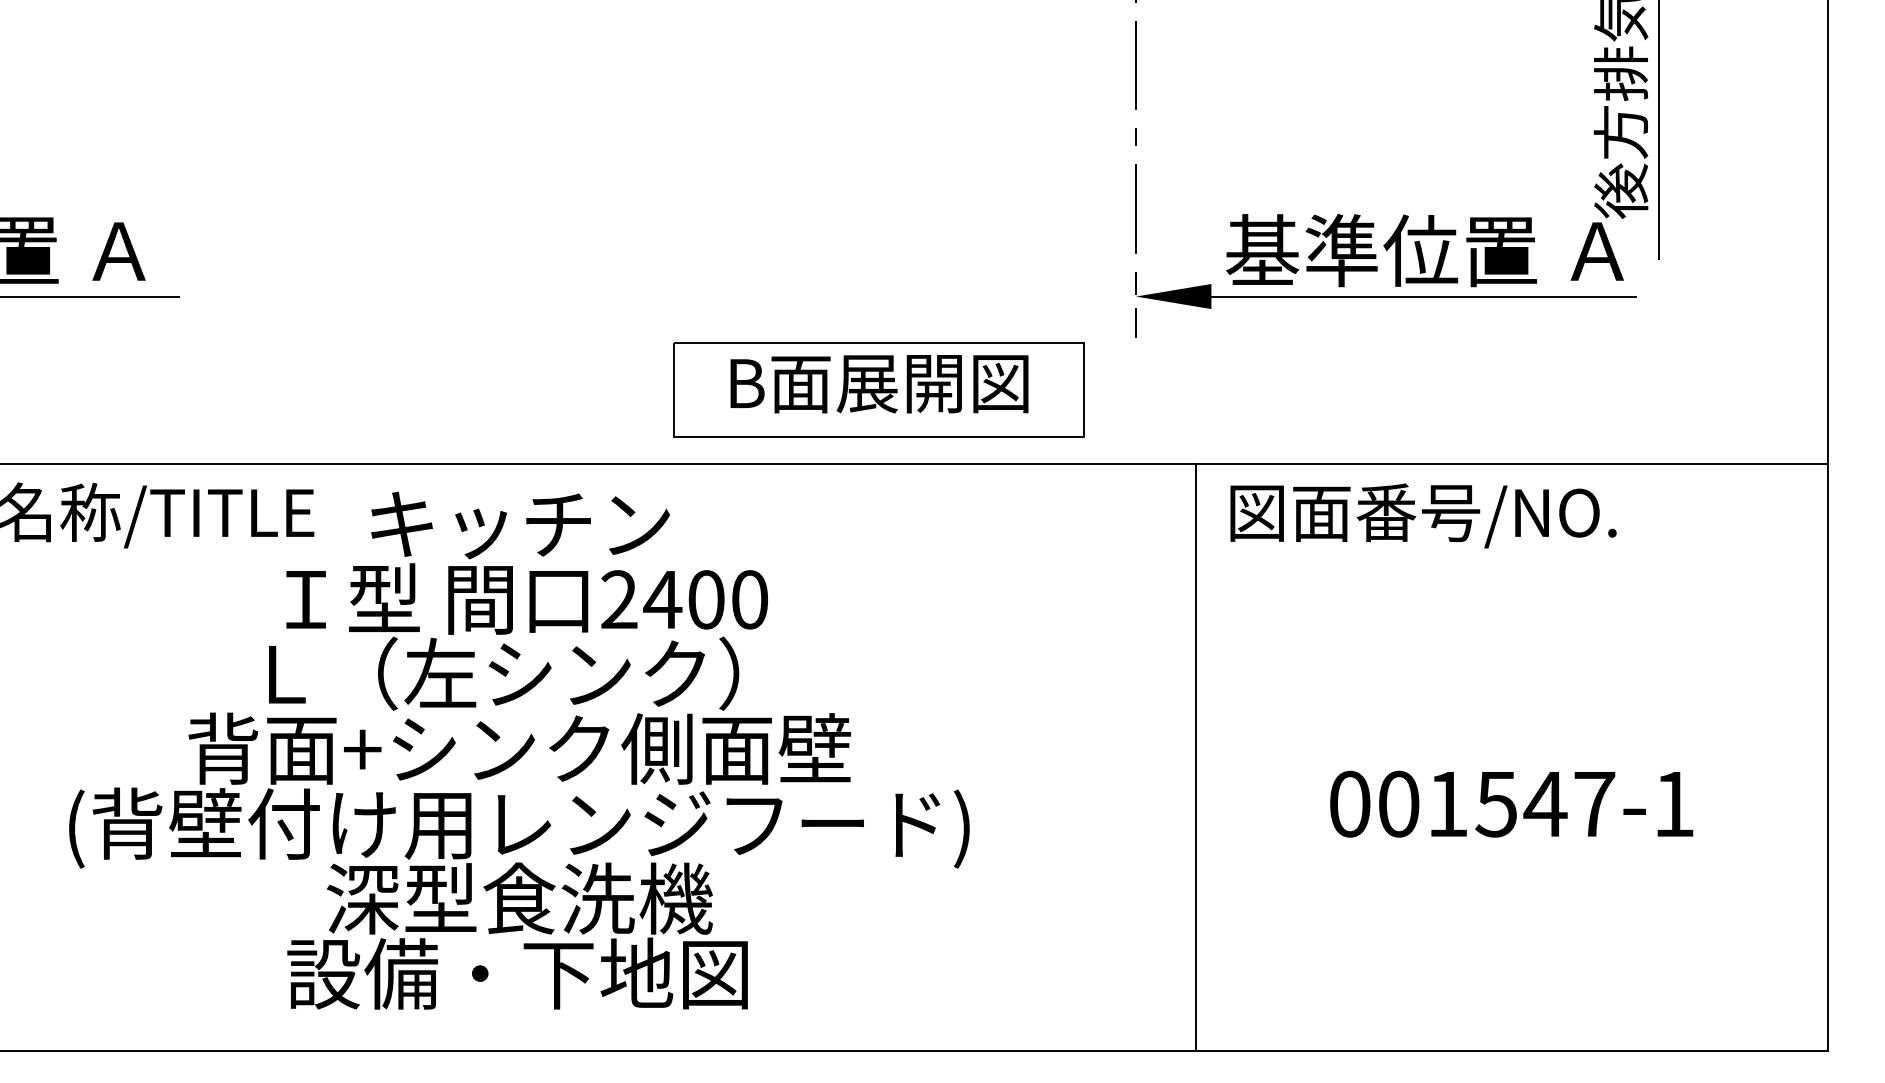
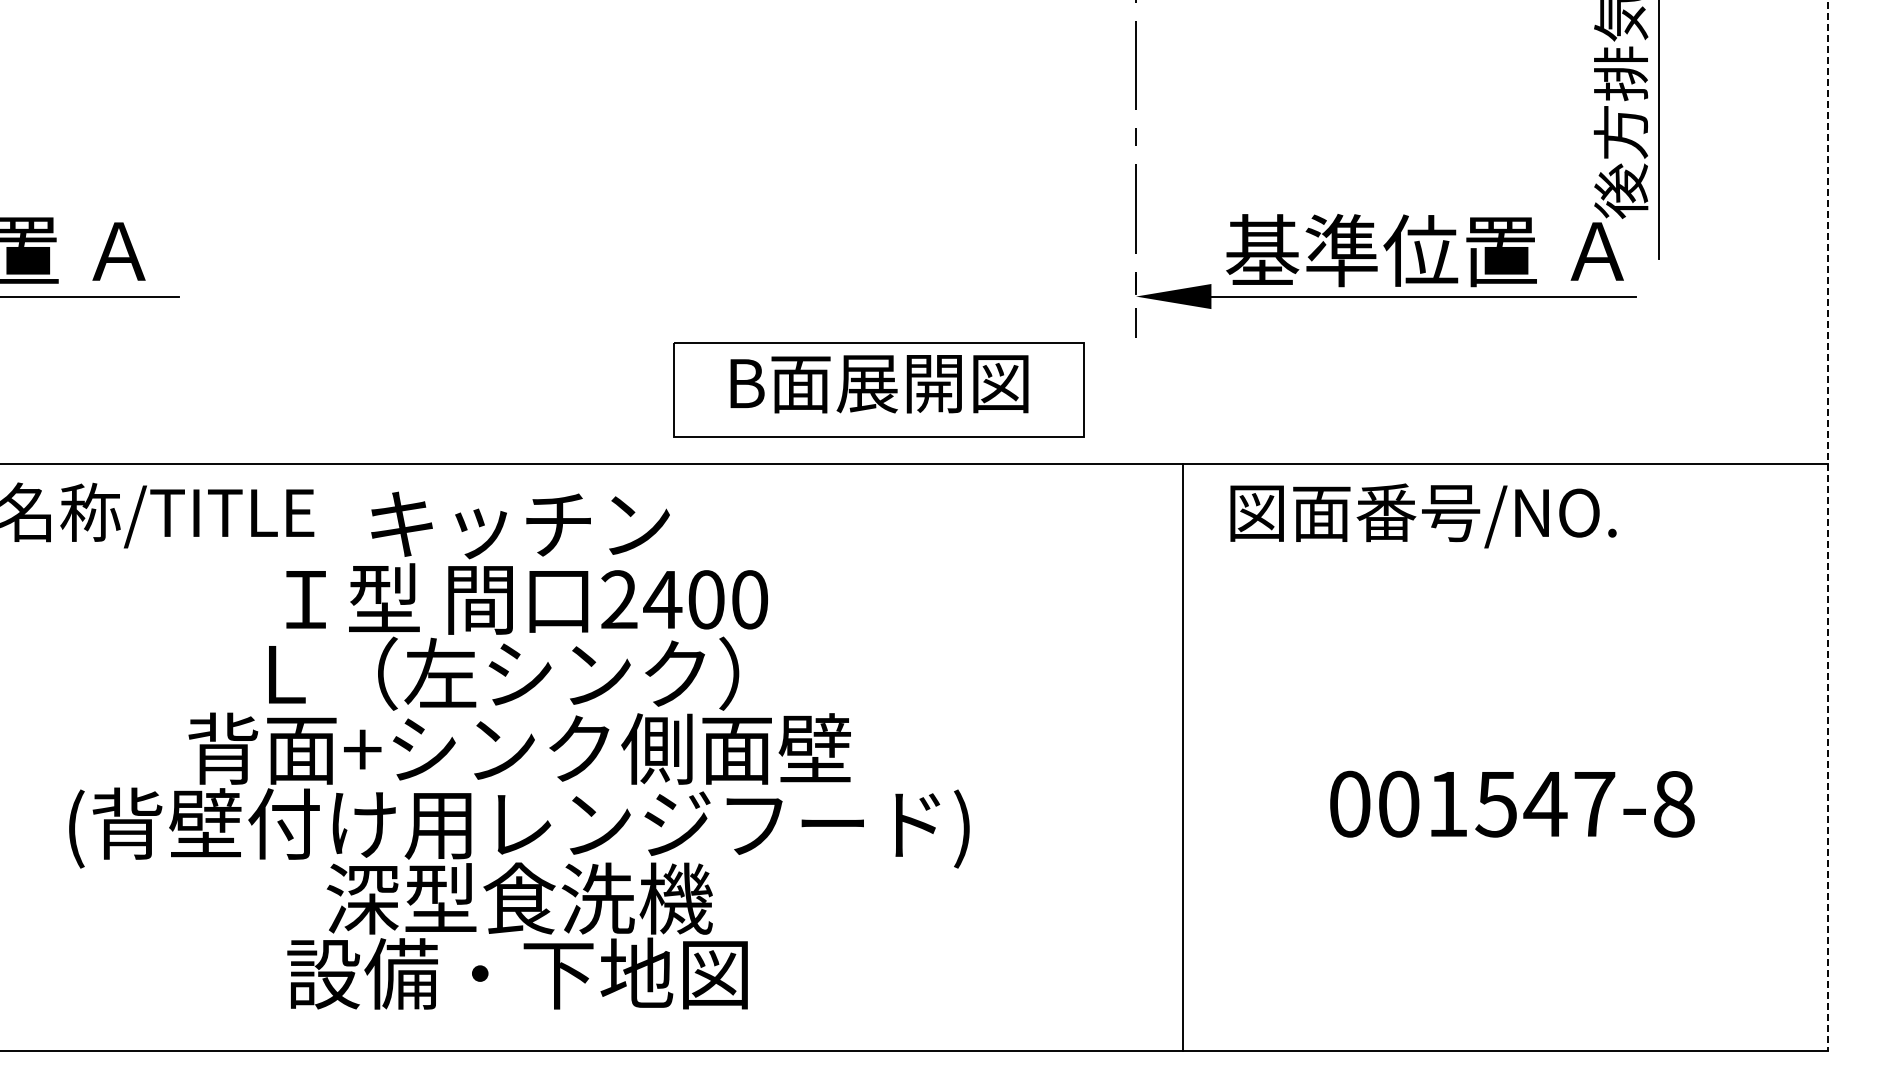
line at (1828, 525): solid -> dashed
line at (1196, 756) position: (1196, 756) -> (1183, 756)
text at (1674, 804): 001547-1 -> 001547-8
